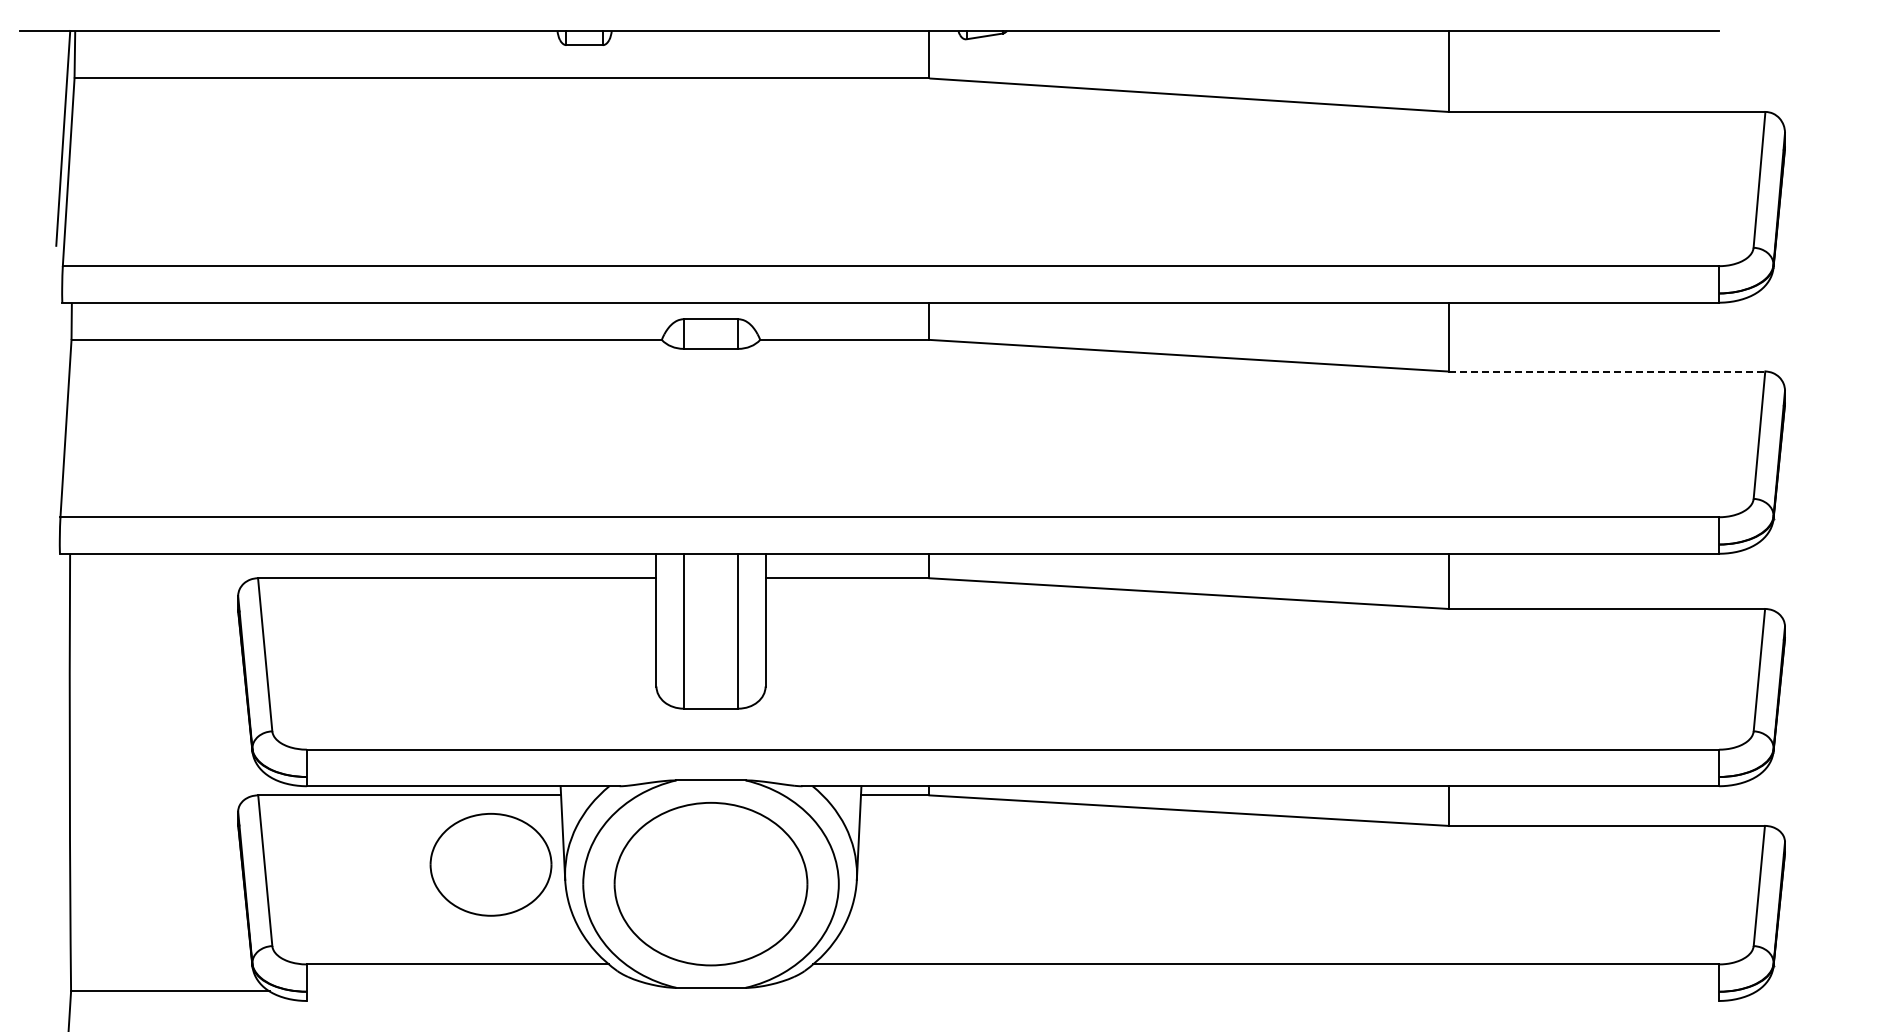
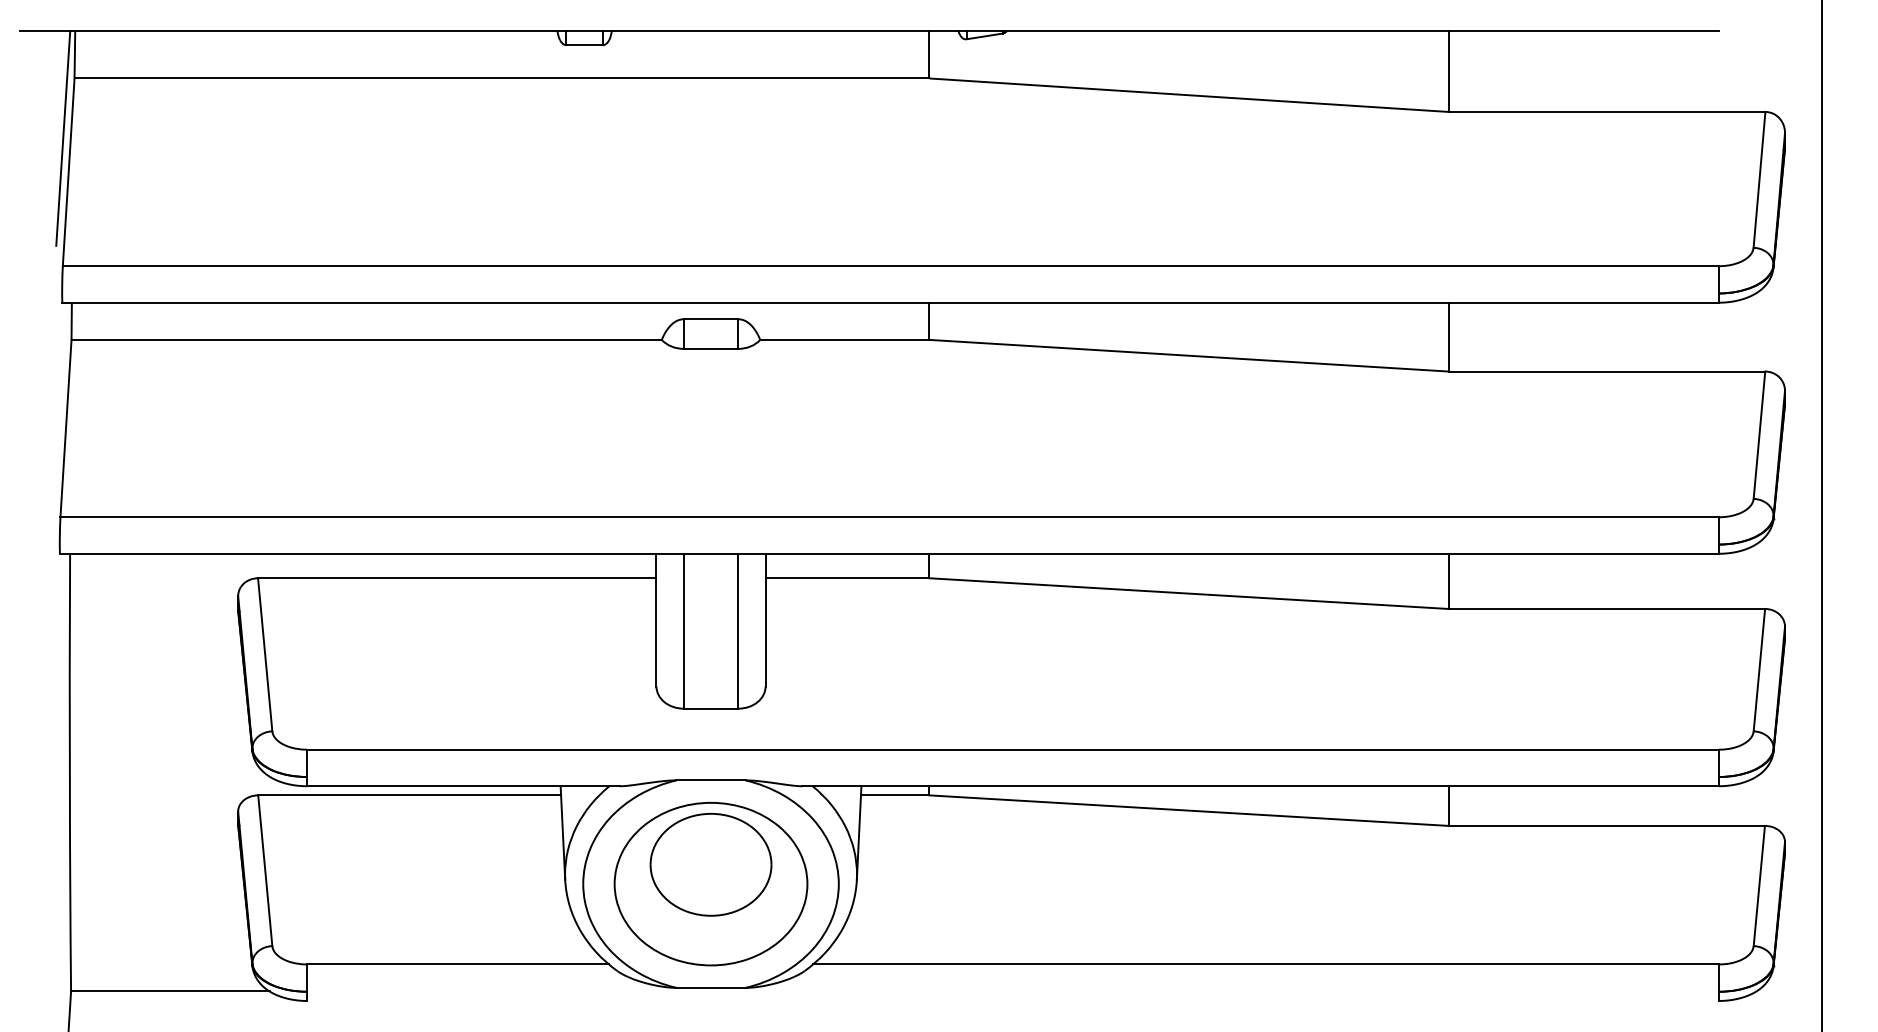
line at (1607, 371): dashed -> solid
line at (1821, 515): none -> present
part at (490, 864) position: (490, 864) -> (710, 864)
